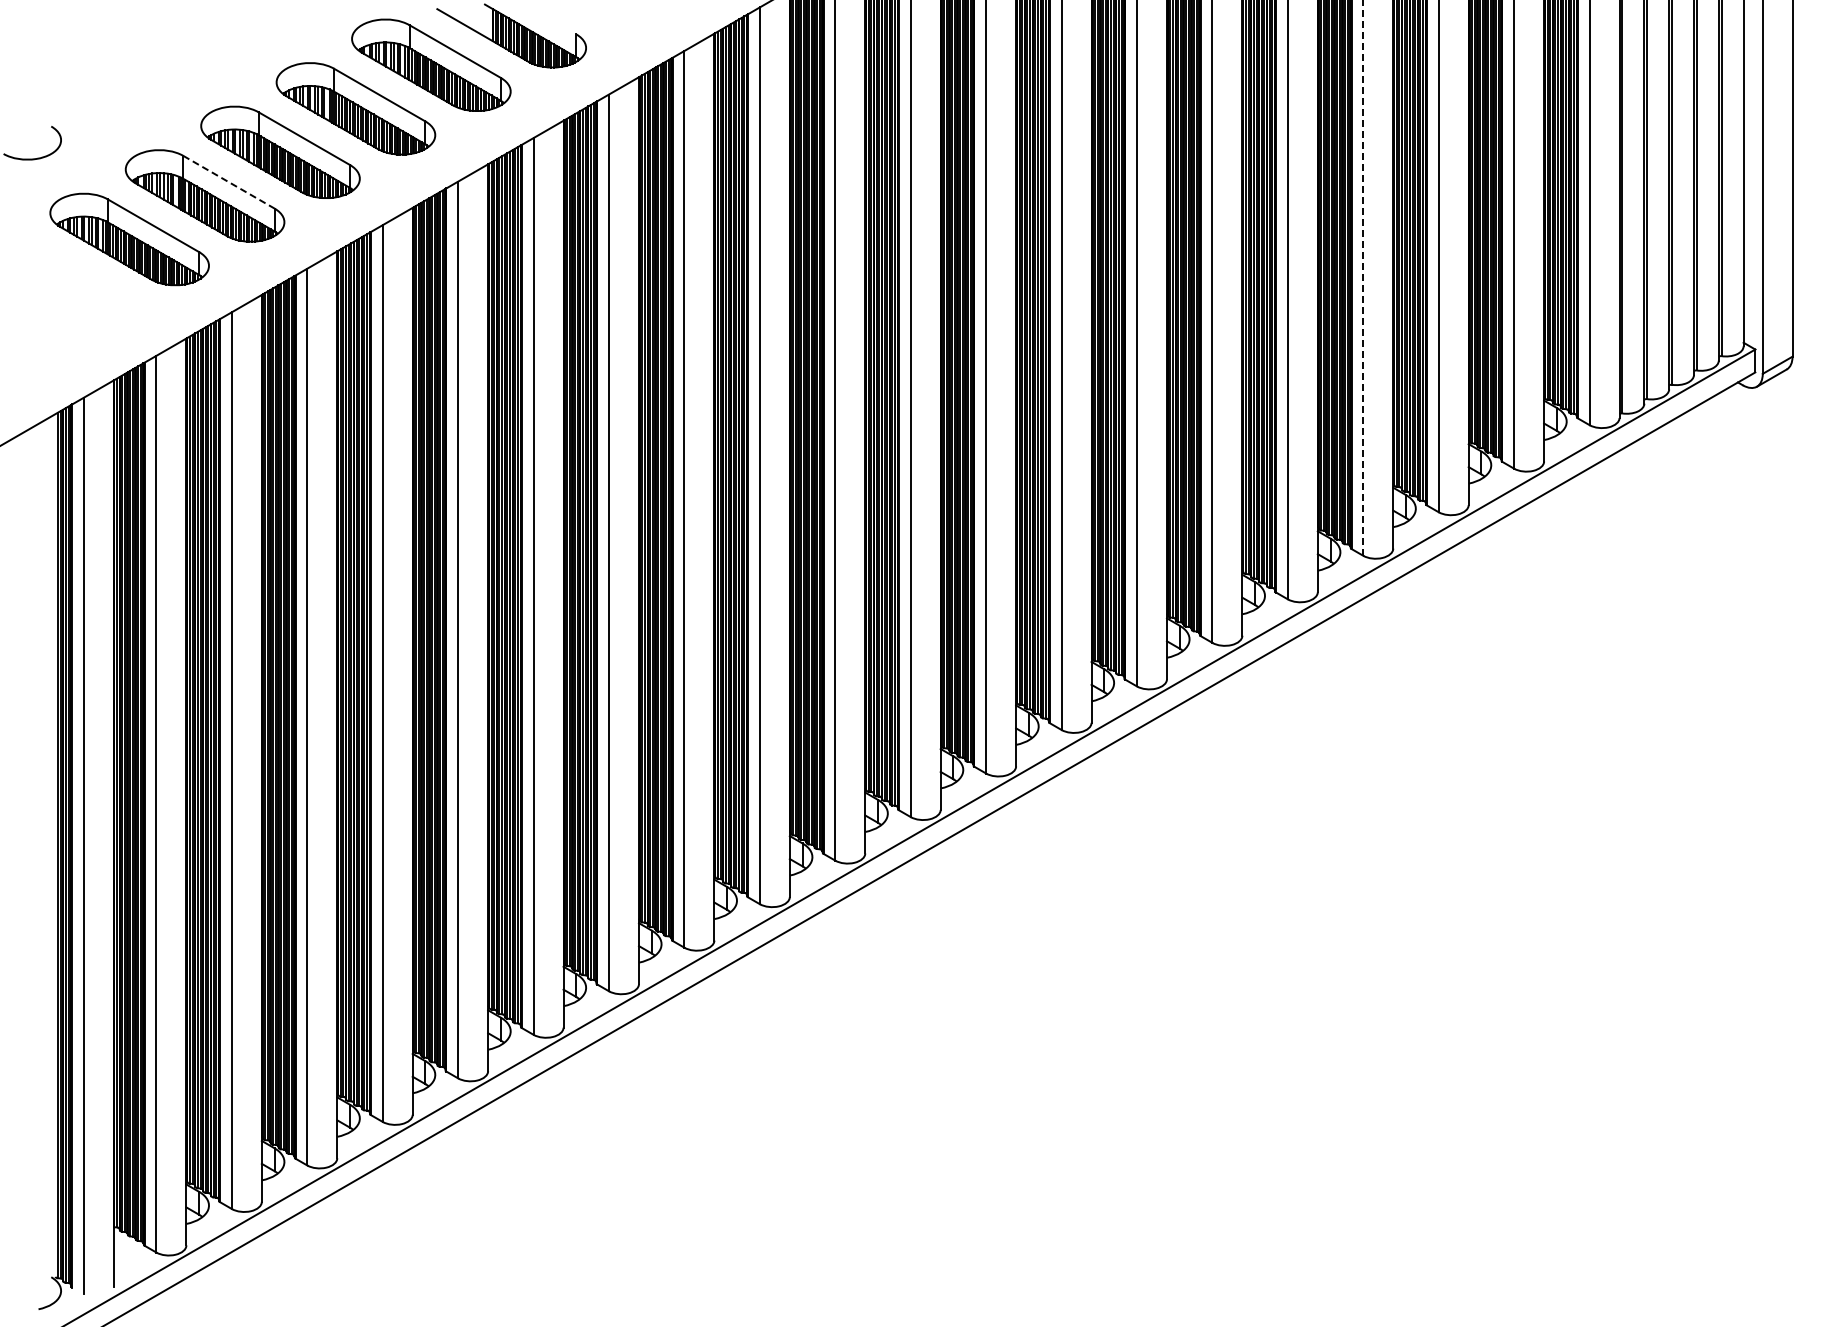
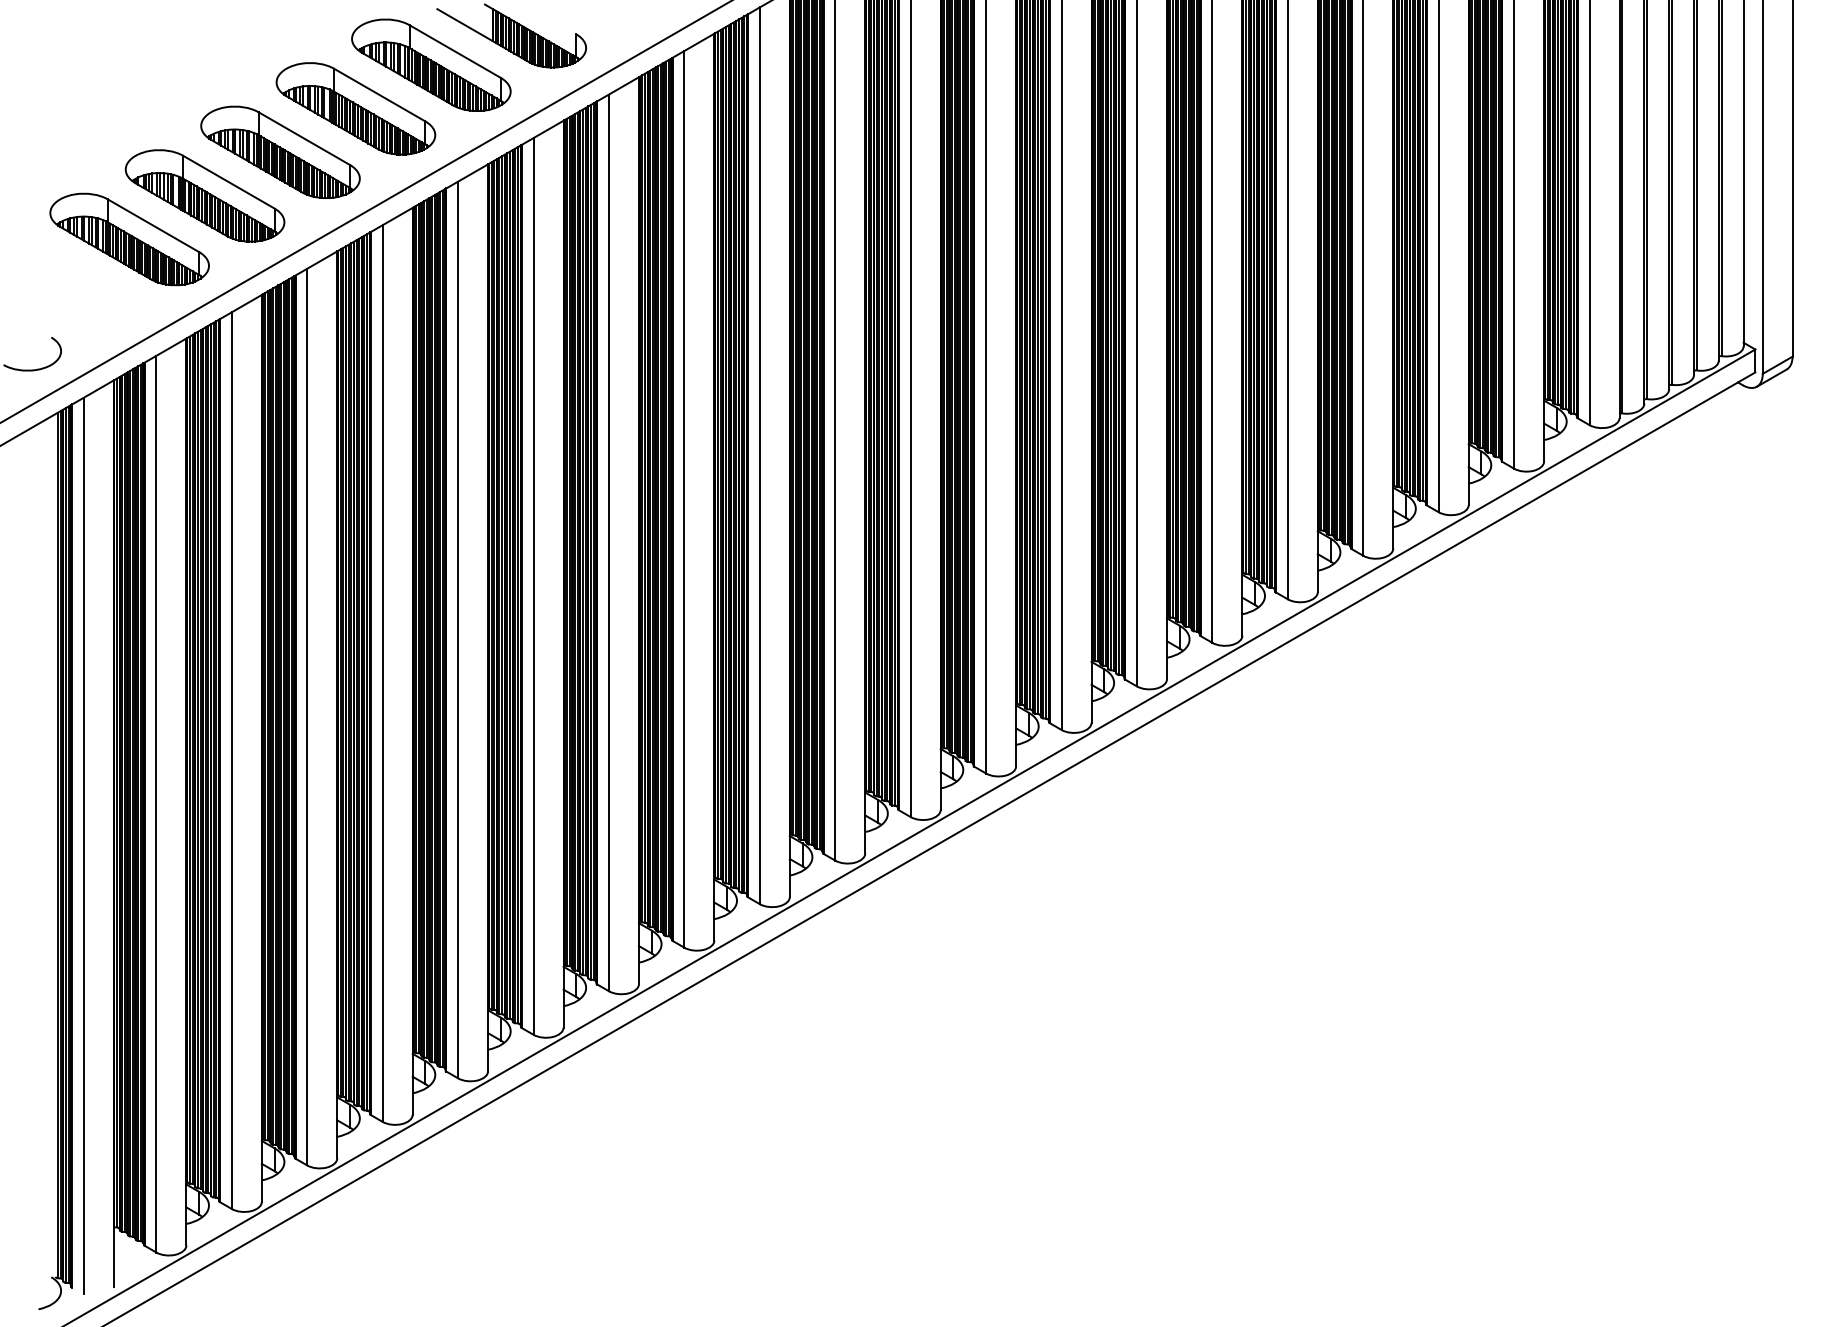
curve at (37, 157) position: (37, 157) -> (37, 368)
line at (228, 182): dashed -> solid
line at (365, 211): none -> present
line at (1363, 277): dashed -> solid
